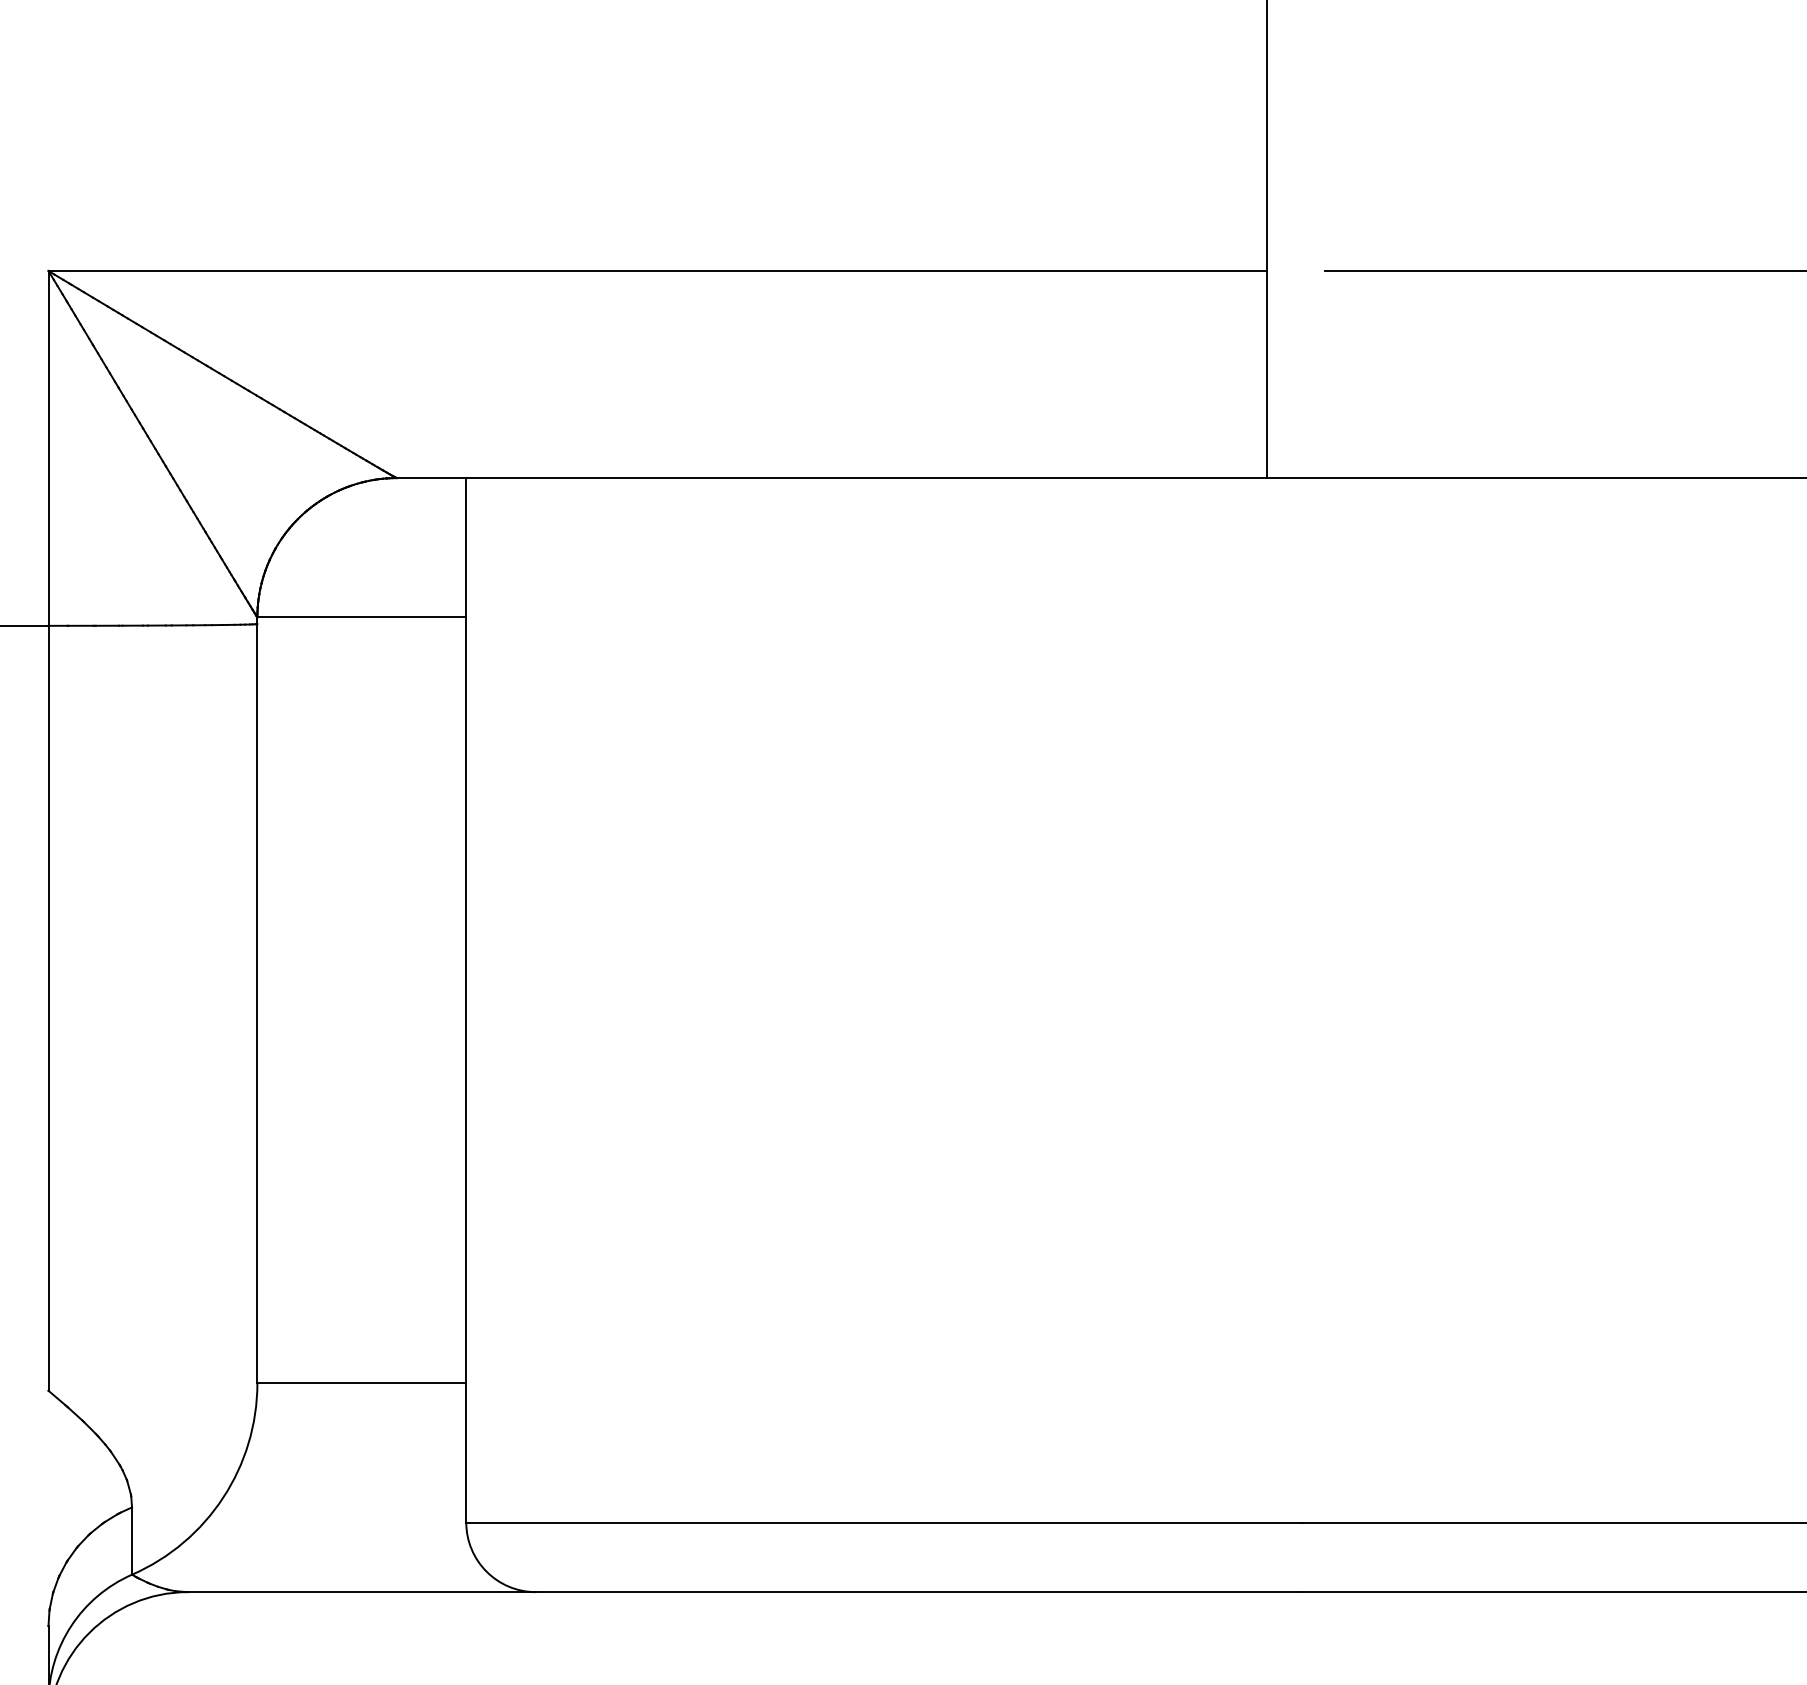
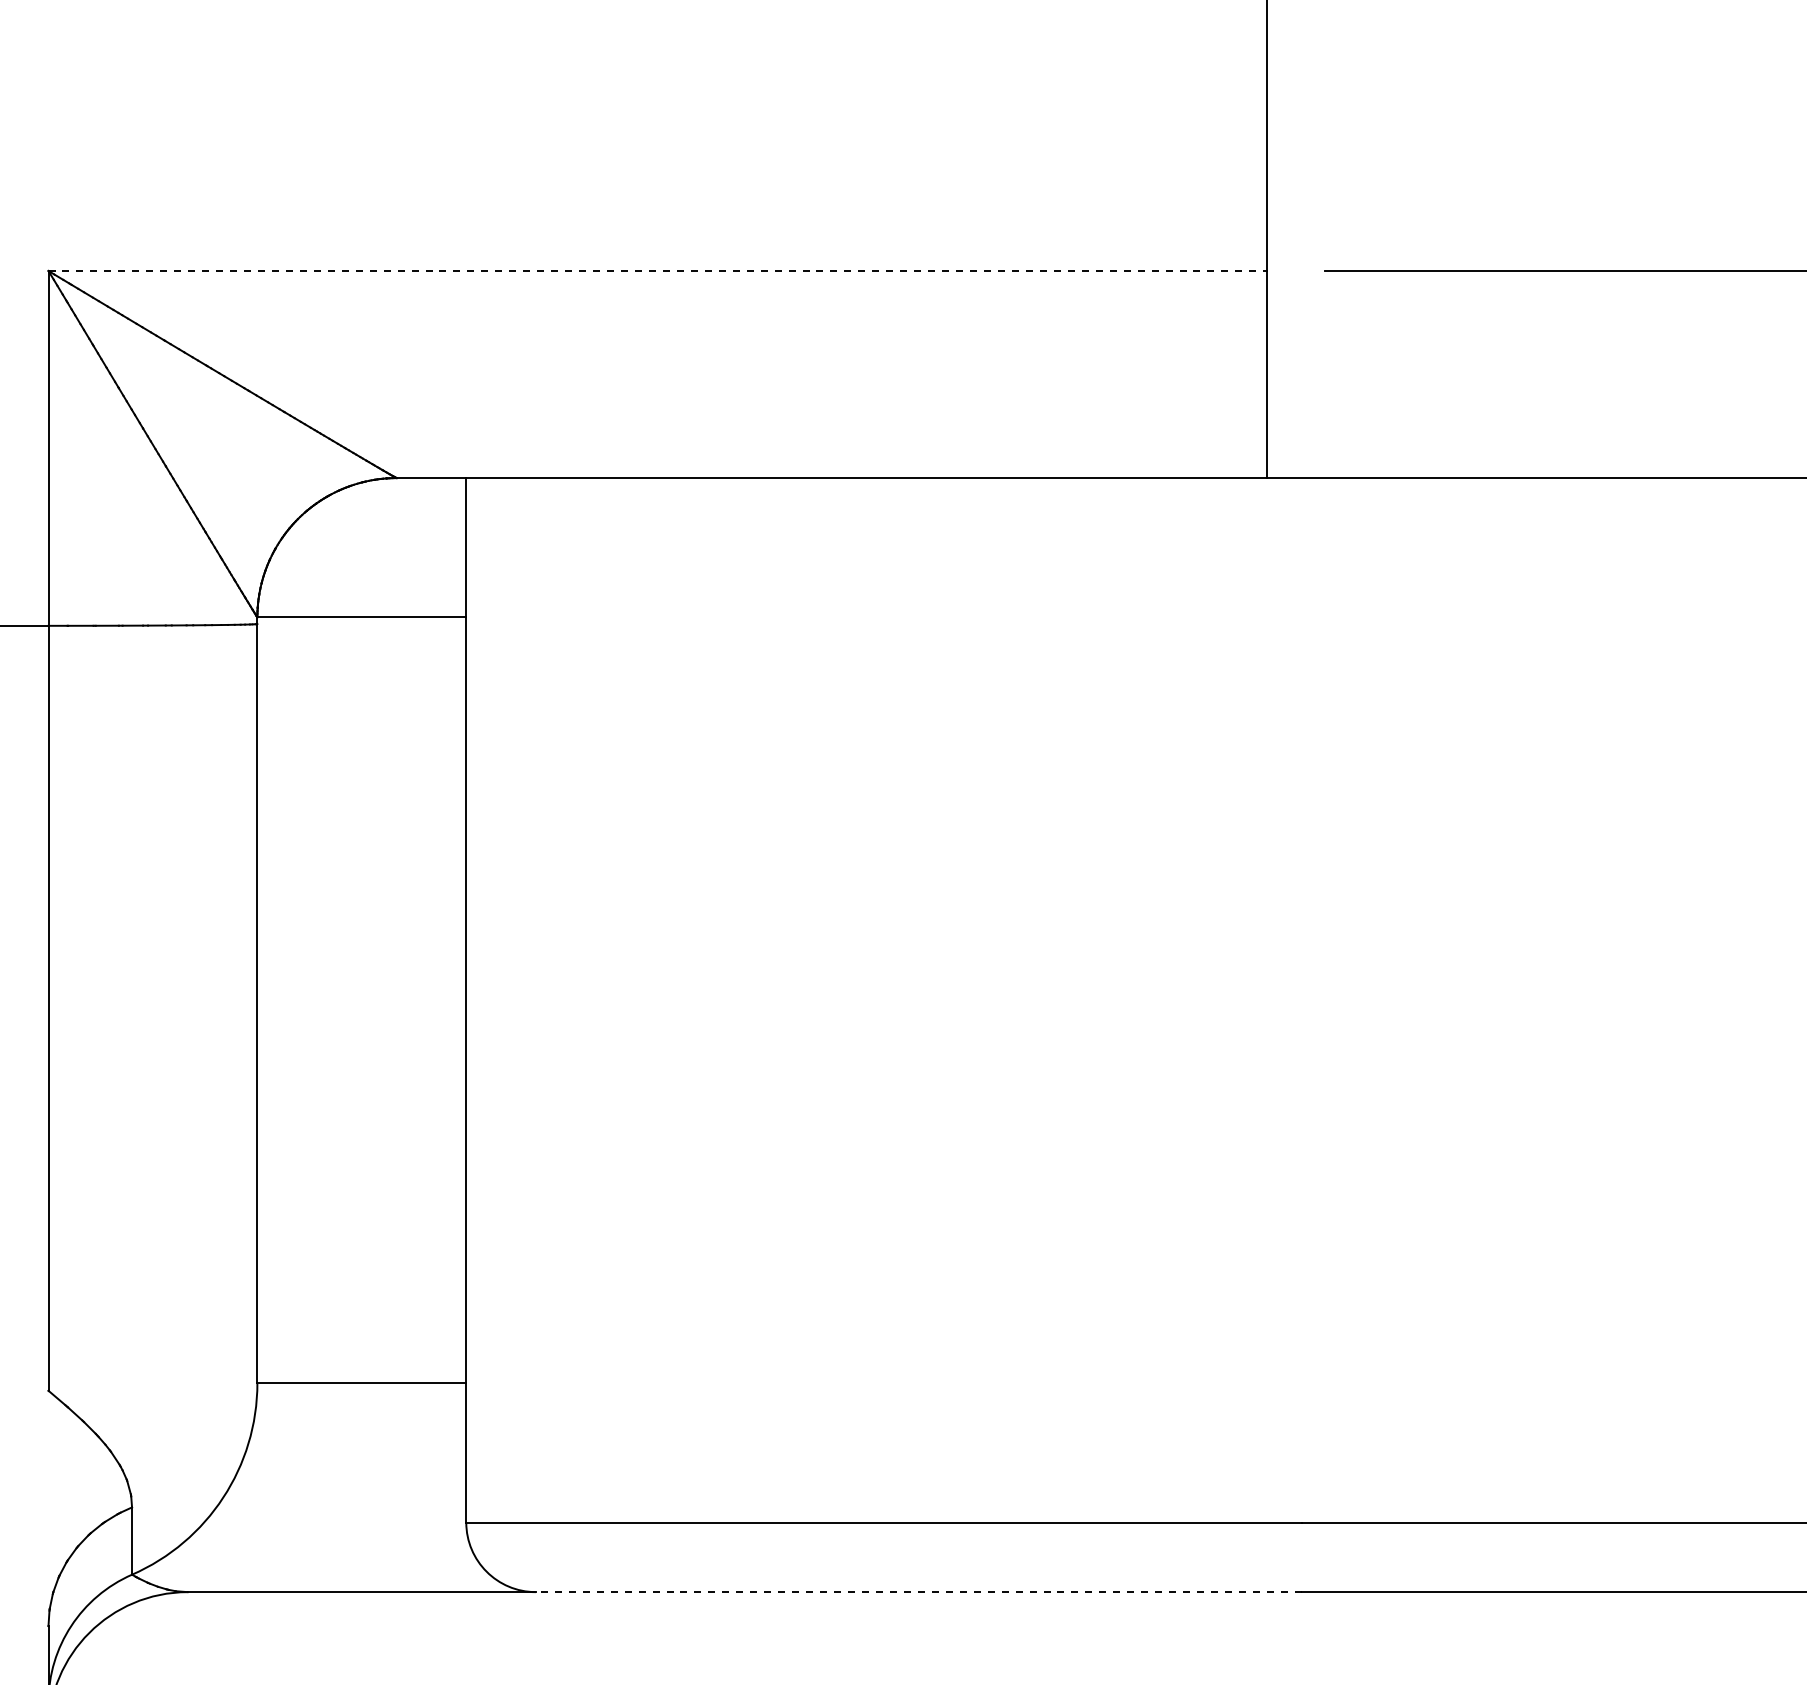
line at (658, 271): solid -> dashed
line at (918, 1592): solid -> dashed
